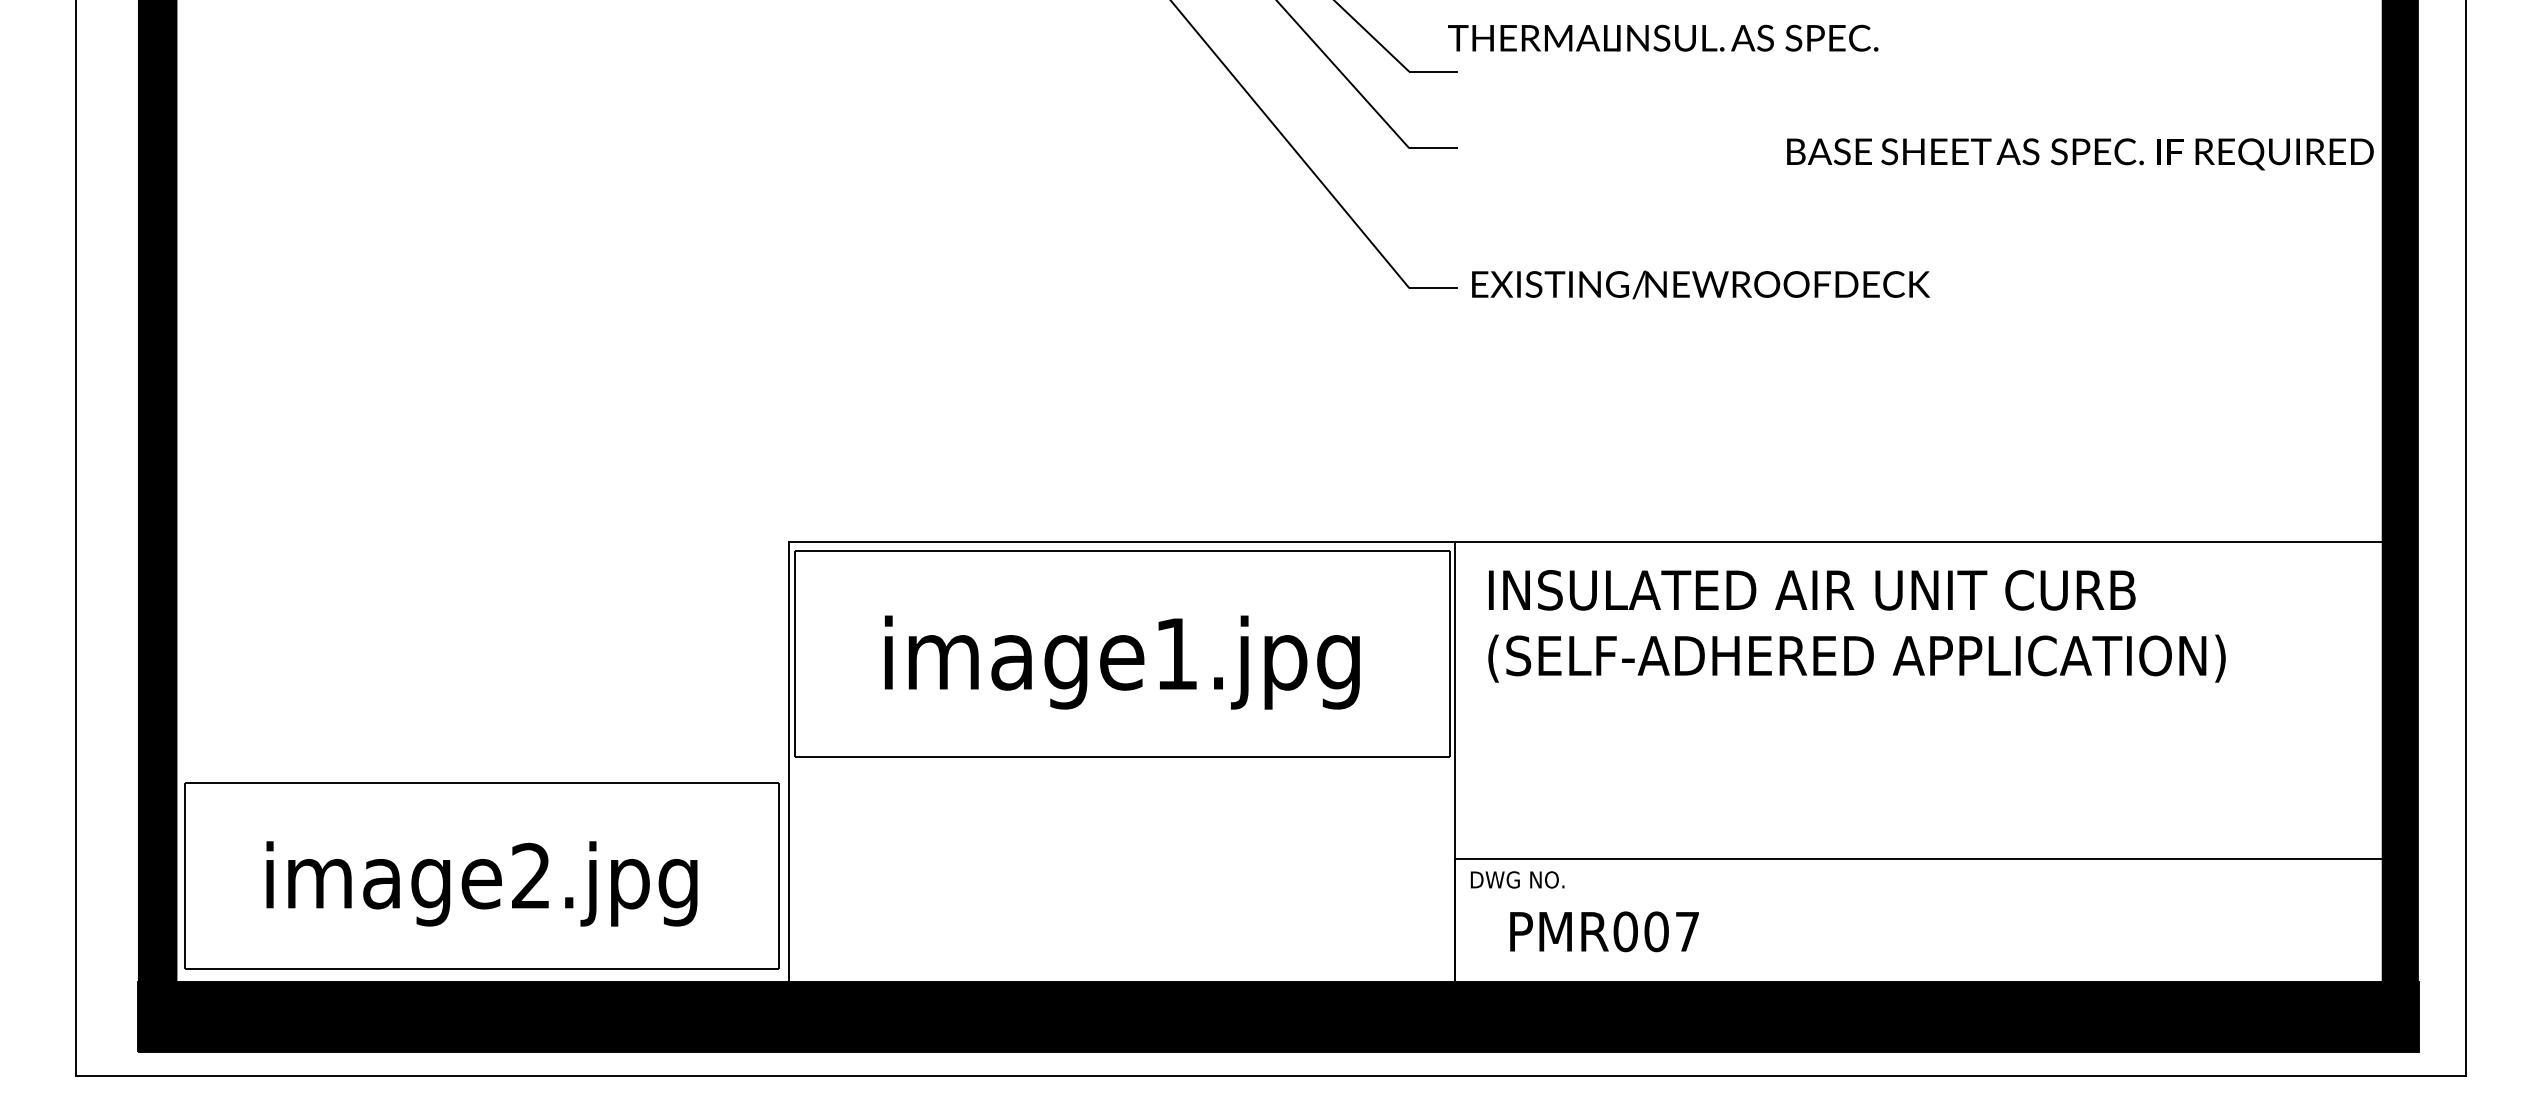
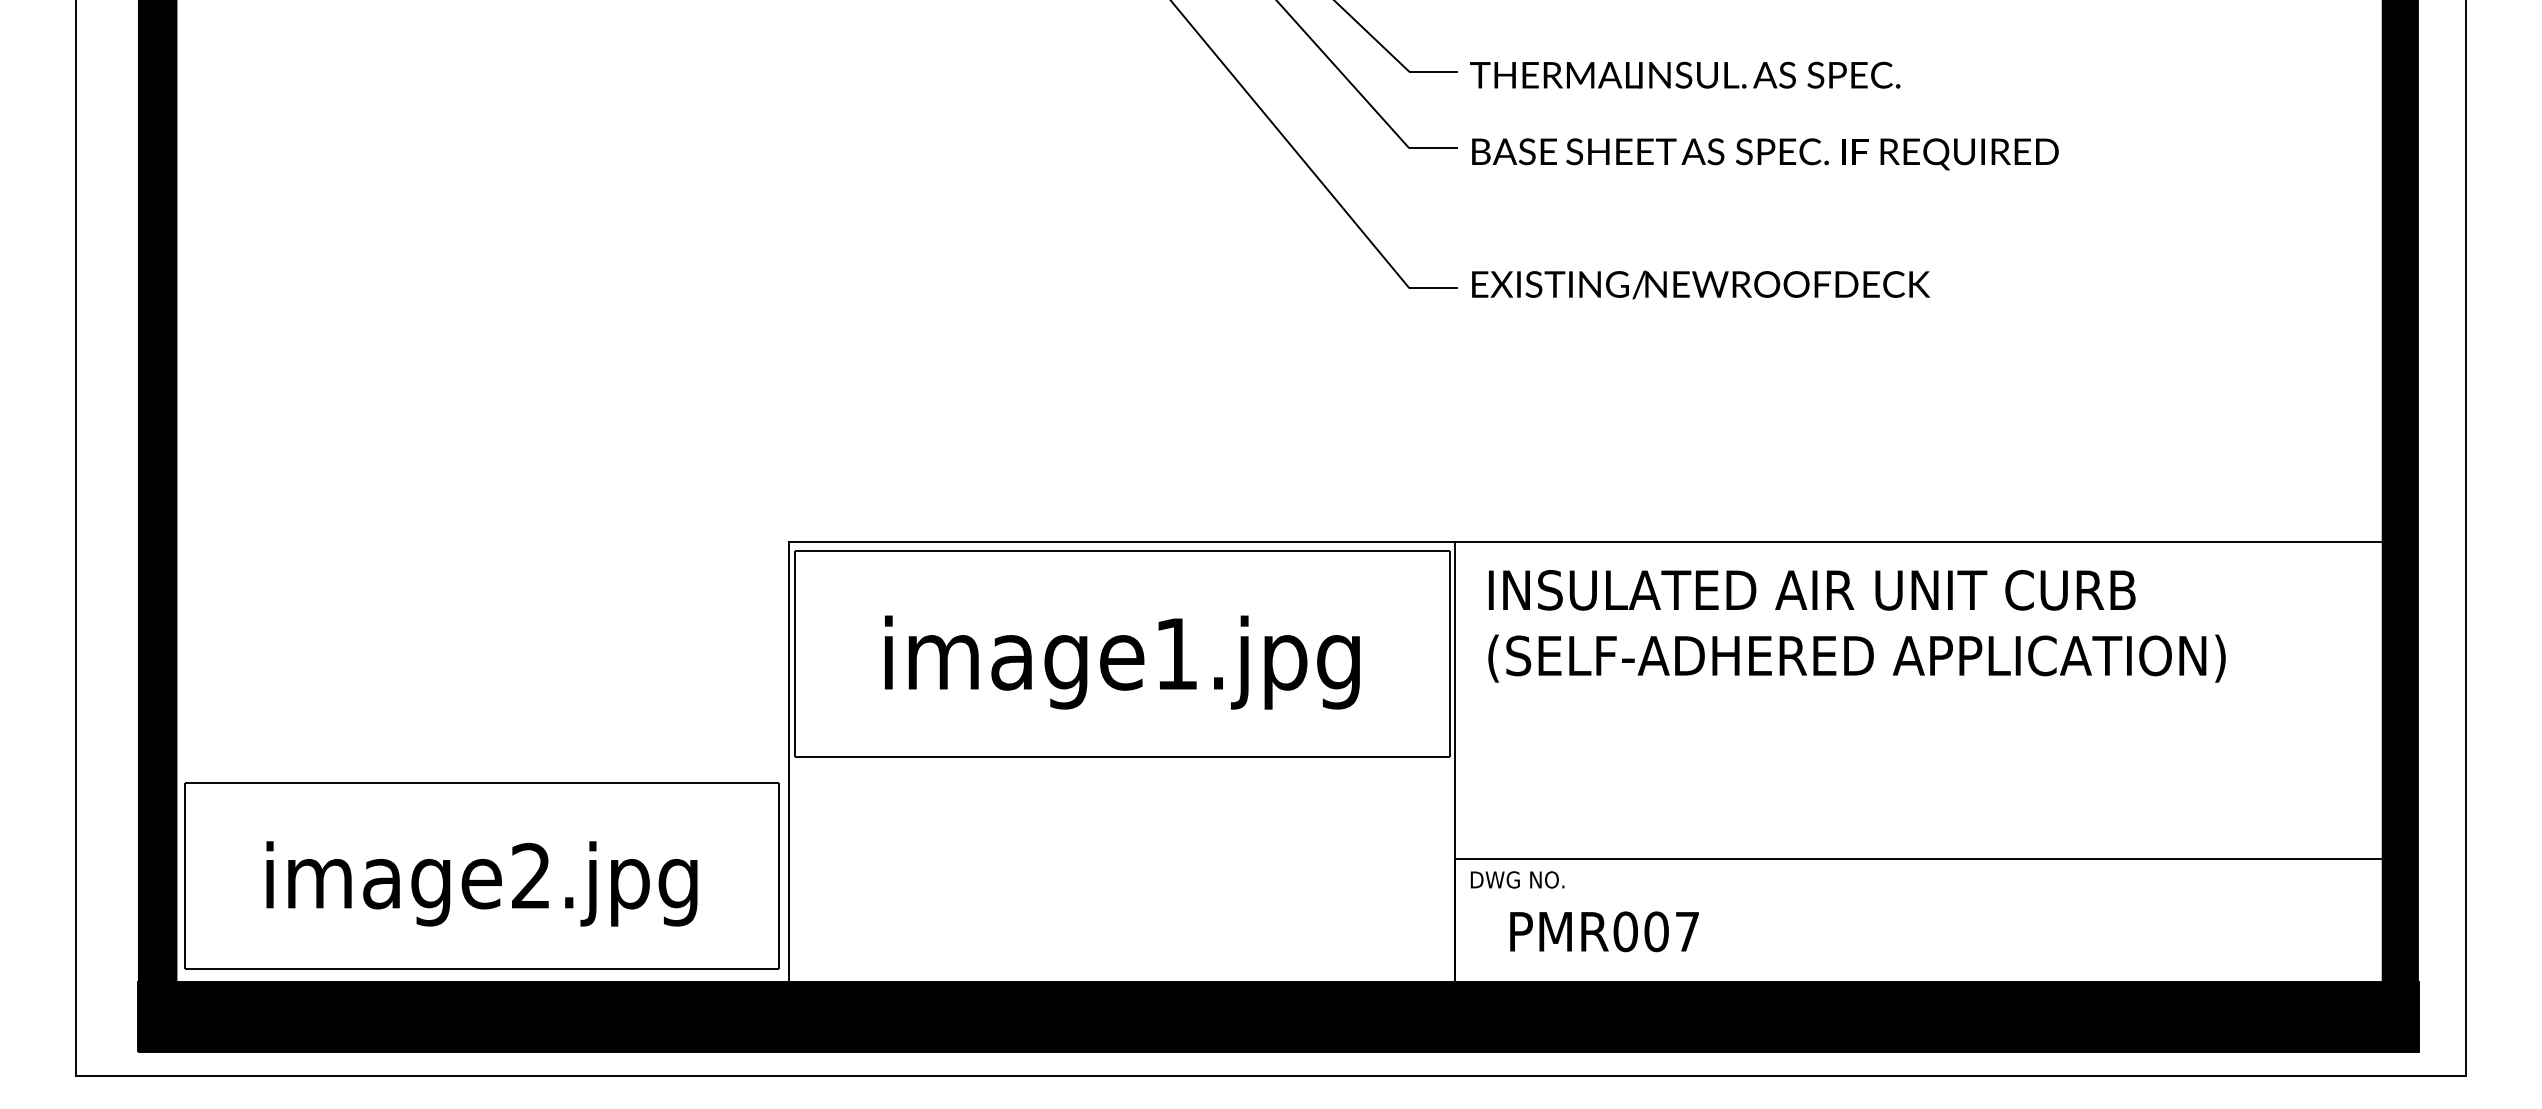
text at (1663, 37) position: (1663, 37) -> (1685, 74)
text at (2080, 154) position: (2080, 154) -> (1765, 154)
